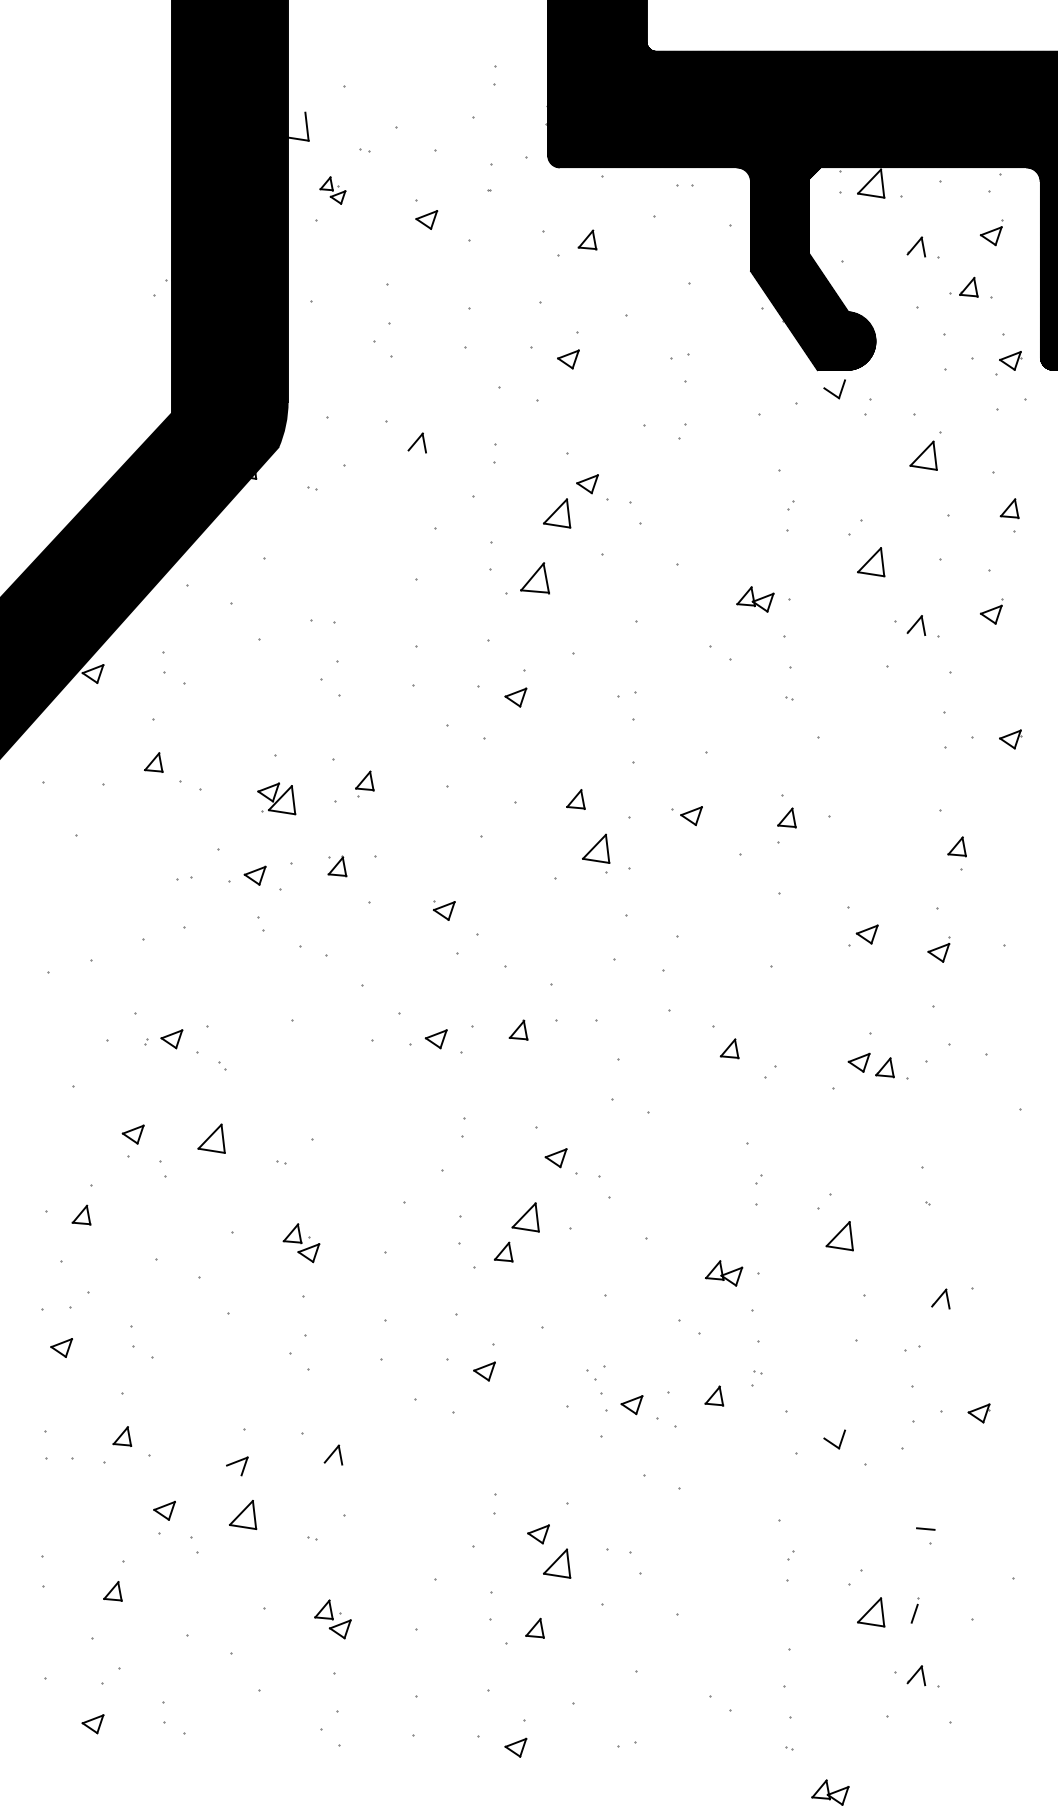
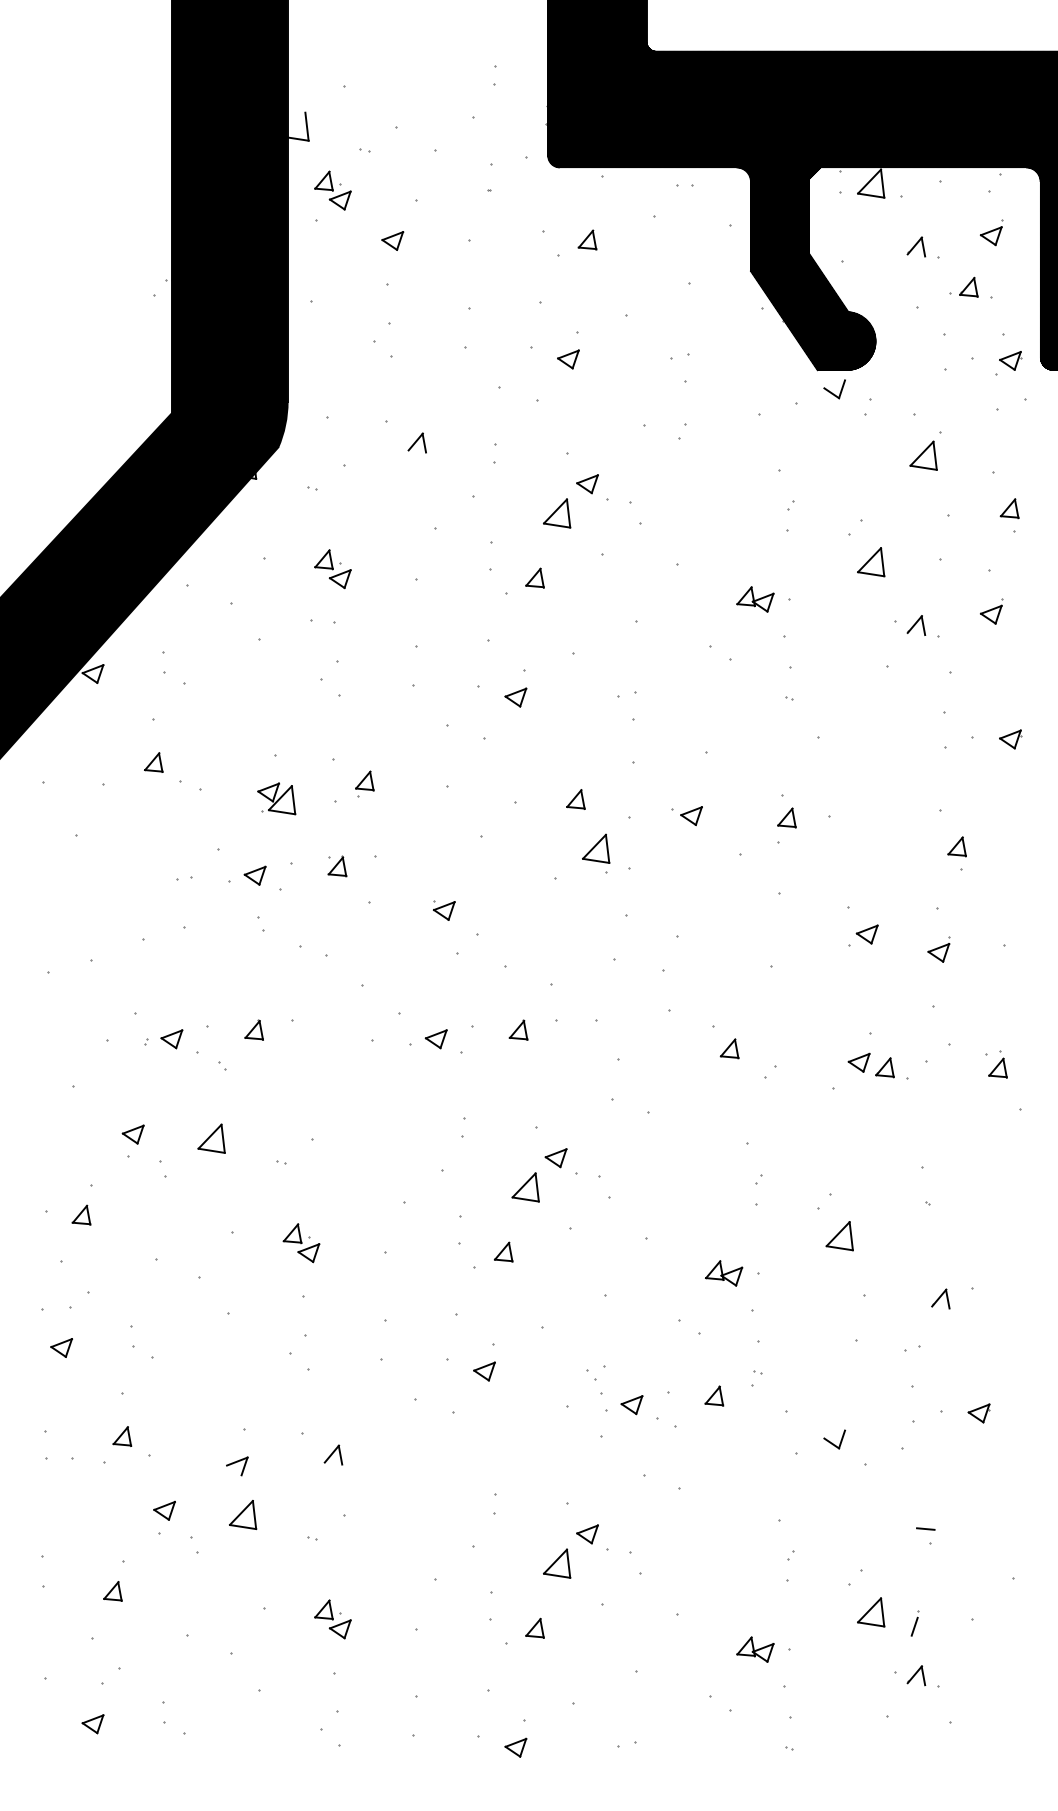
part at (332, 190) size: 28x29 px -> 38x41 px
part at (426, 219) position: (426, 219) -> (392, 240)
part at (332, 569): none -> present
part at (534, 578) size: 30x33 px -> 20x22 px
part at (253, 1029): none -> present
part at (997, 1064): none -> present
part at (525, 1217) position: (525, 1217) -> (525, 1187)
part at (538, 1534) position: (538, 1534) -> (587, 1534)
part at (914, 1610) position: (914, 1610) -> (914, 1623)
part at (830, 1792) position: (830, 1792) -> (755, 1649)
